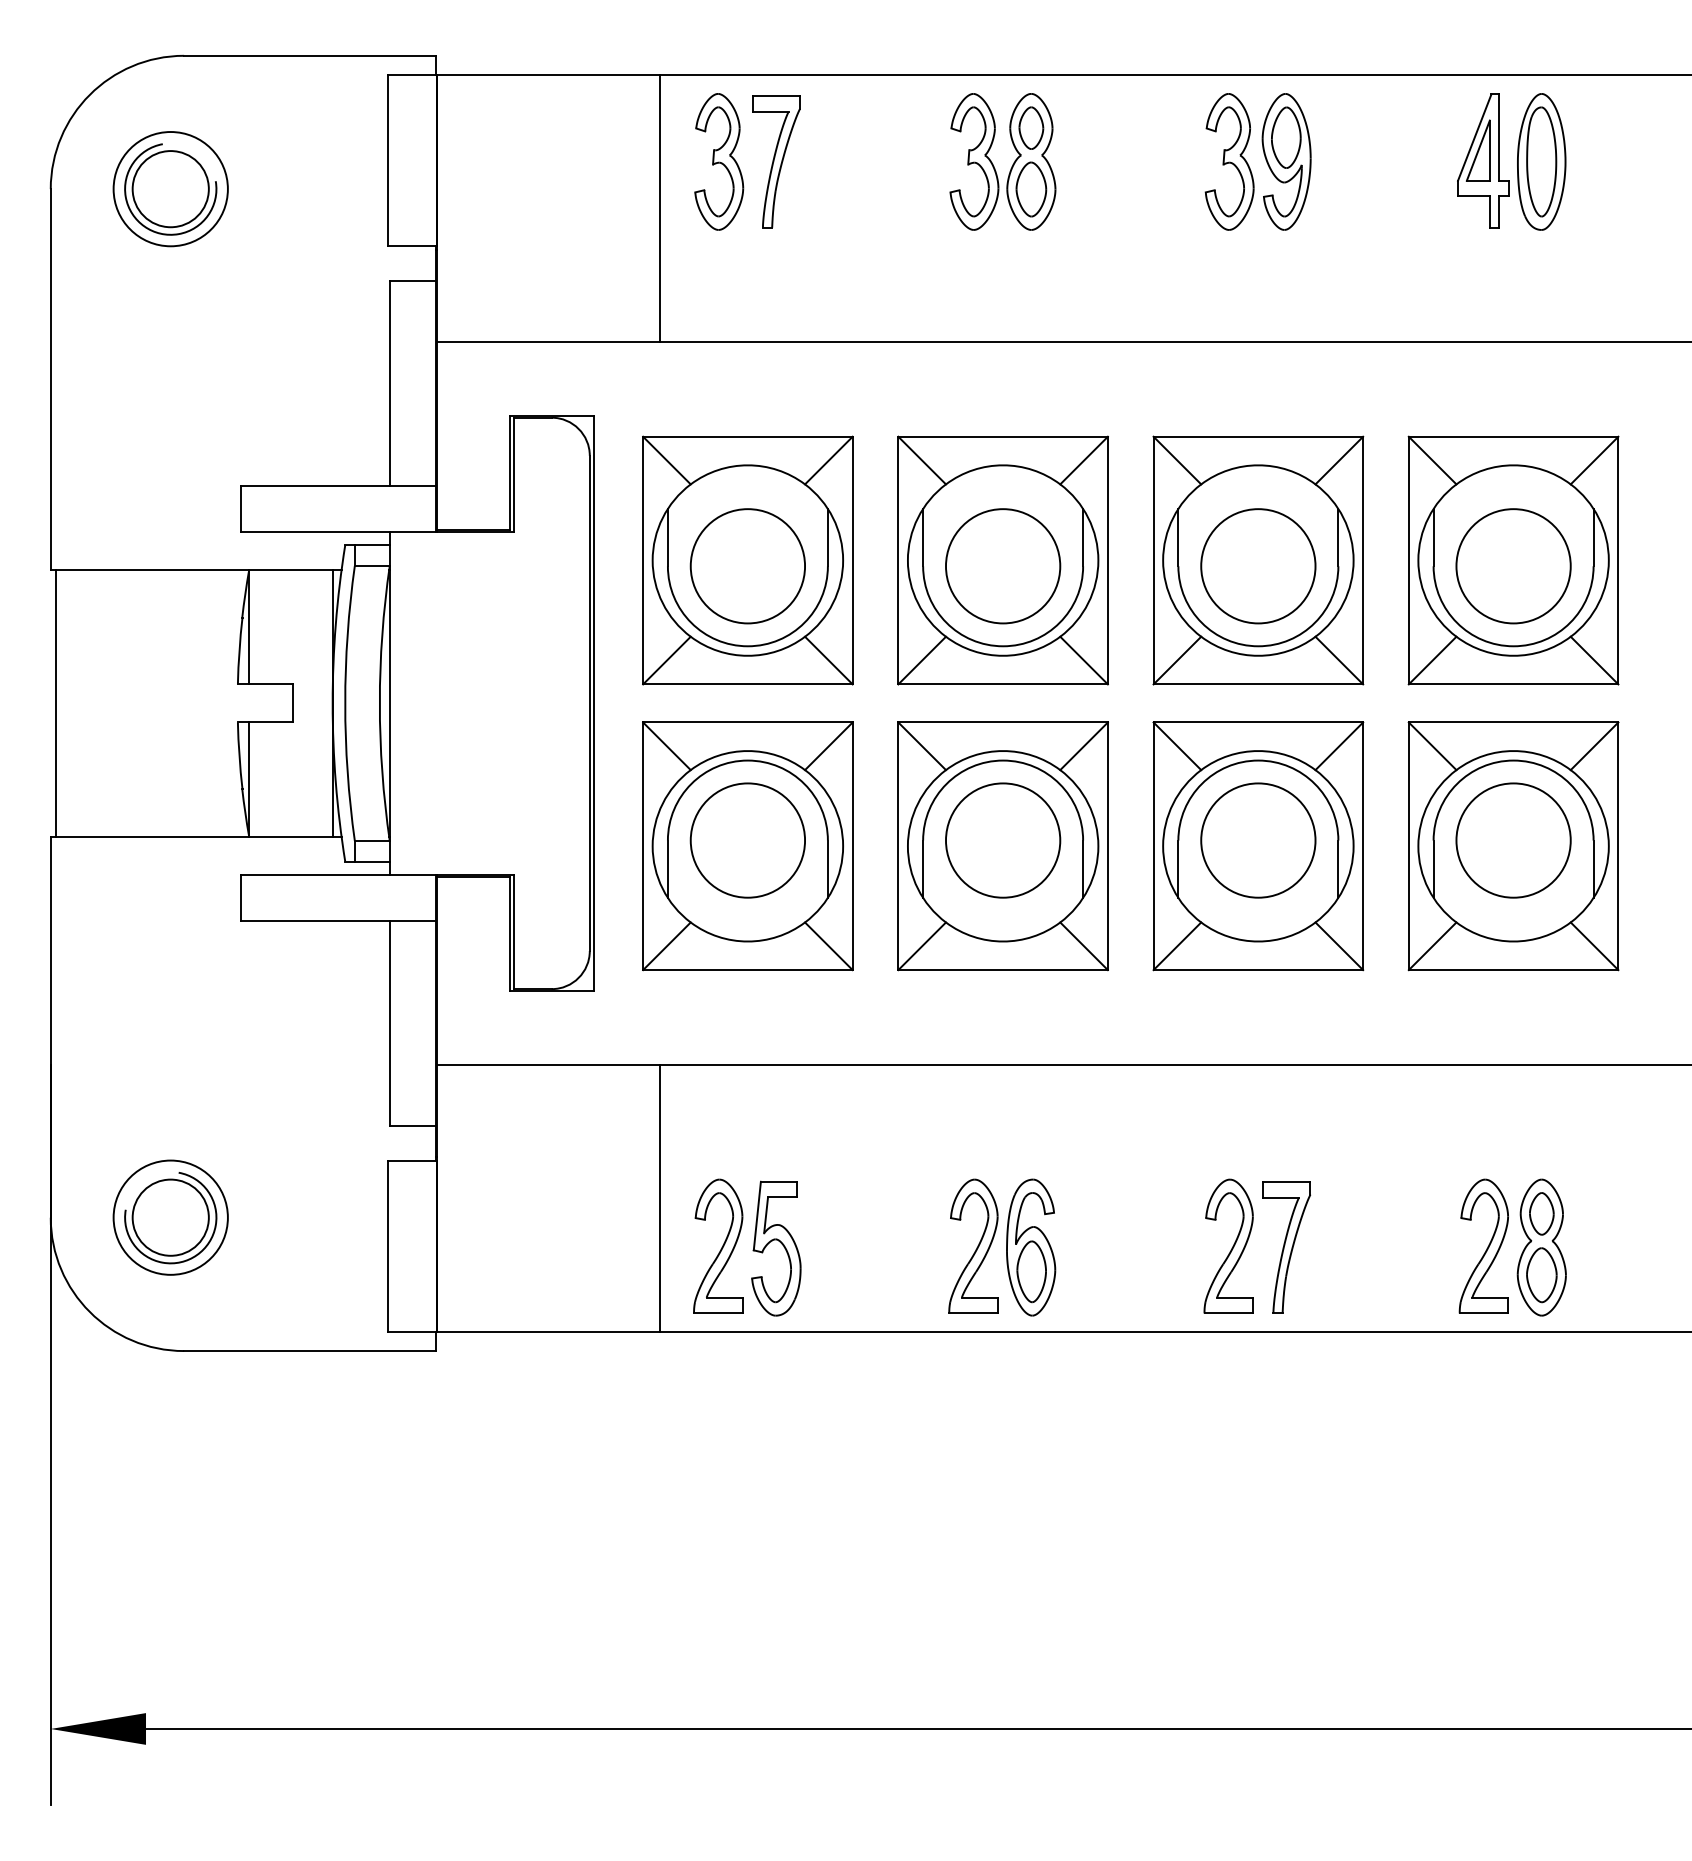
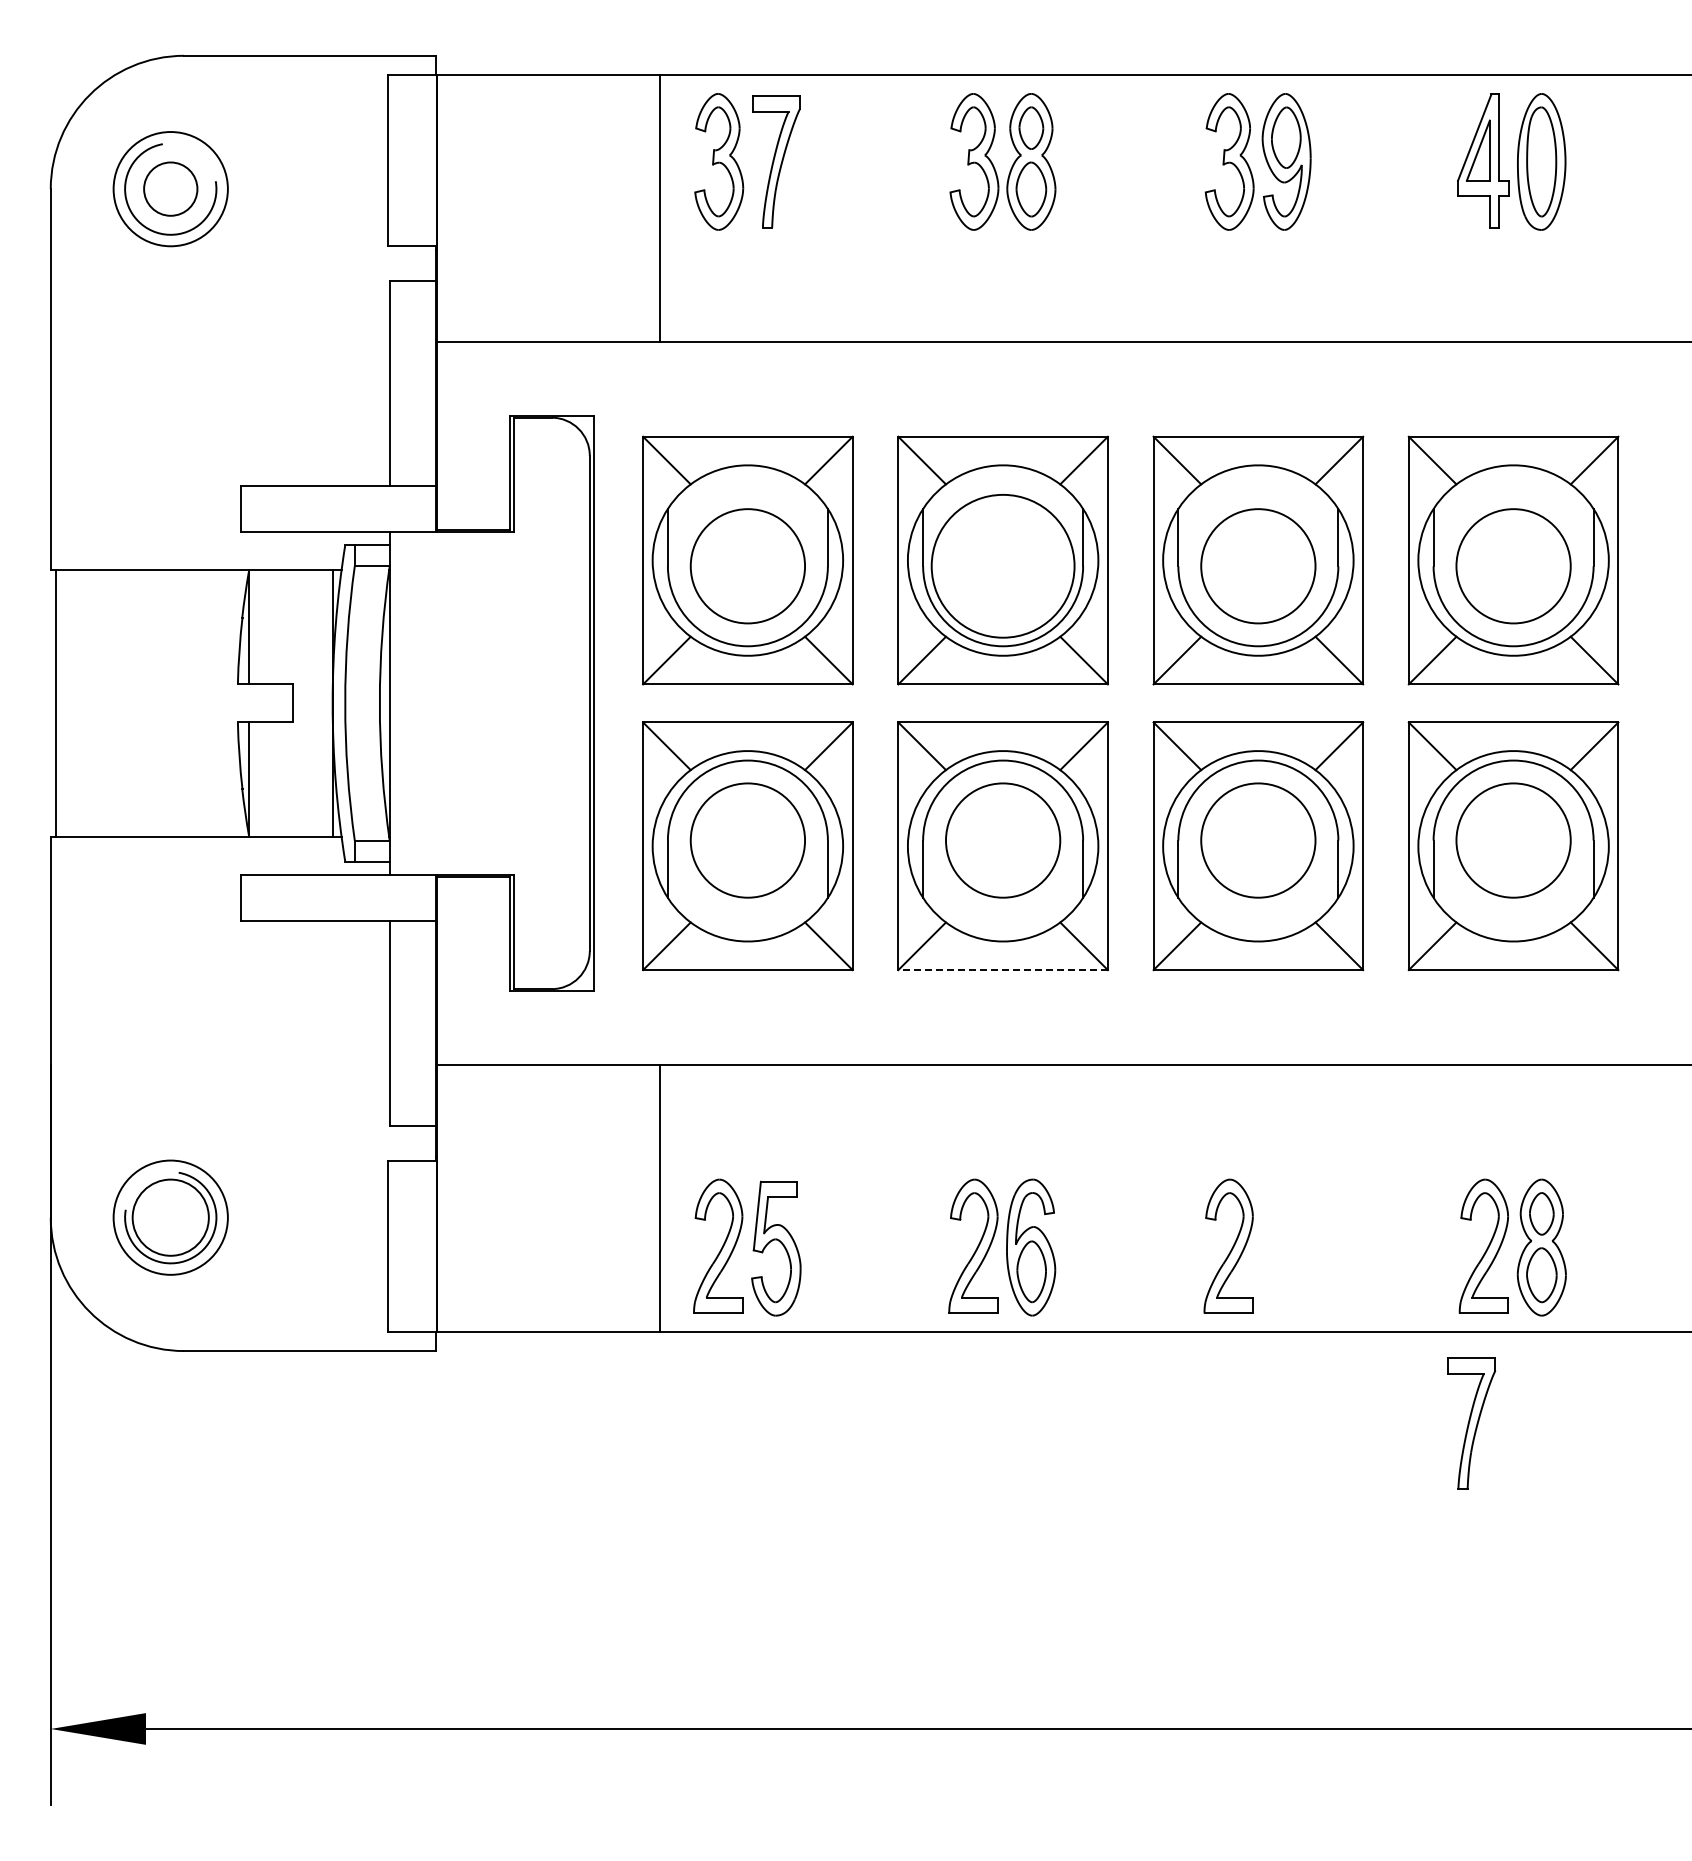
circle at (170, 189) diameter: 76 px -> 53 px
circle at (1003, 566) diameter: 114 px -> 143 px
line at (1003, 970): solid -> dashed
part at (1286, 1247) position: (1286, 1247) -> (1471, 1423)
